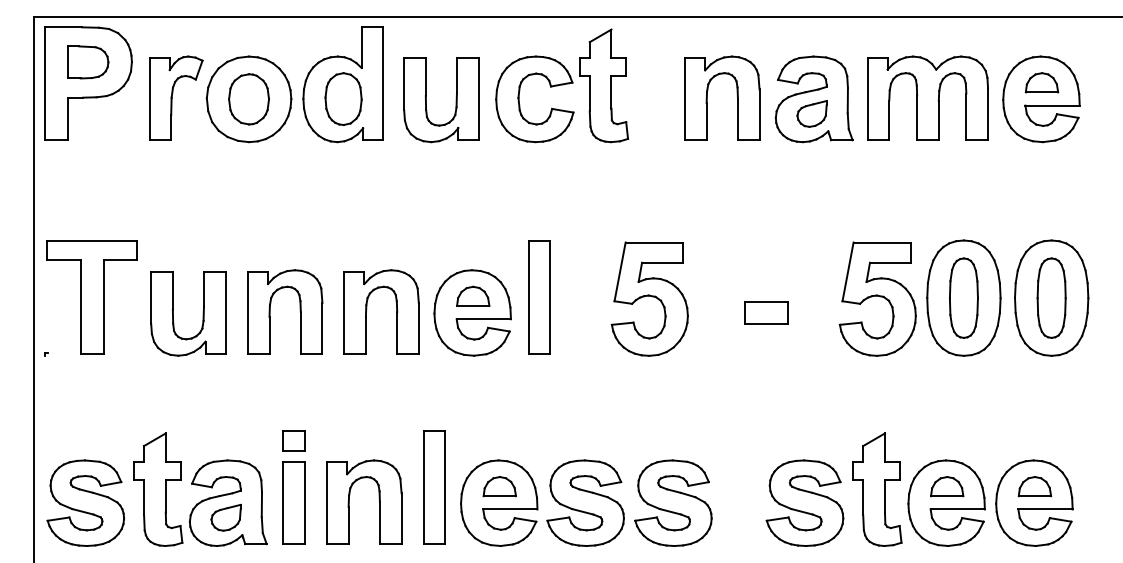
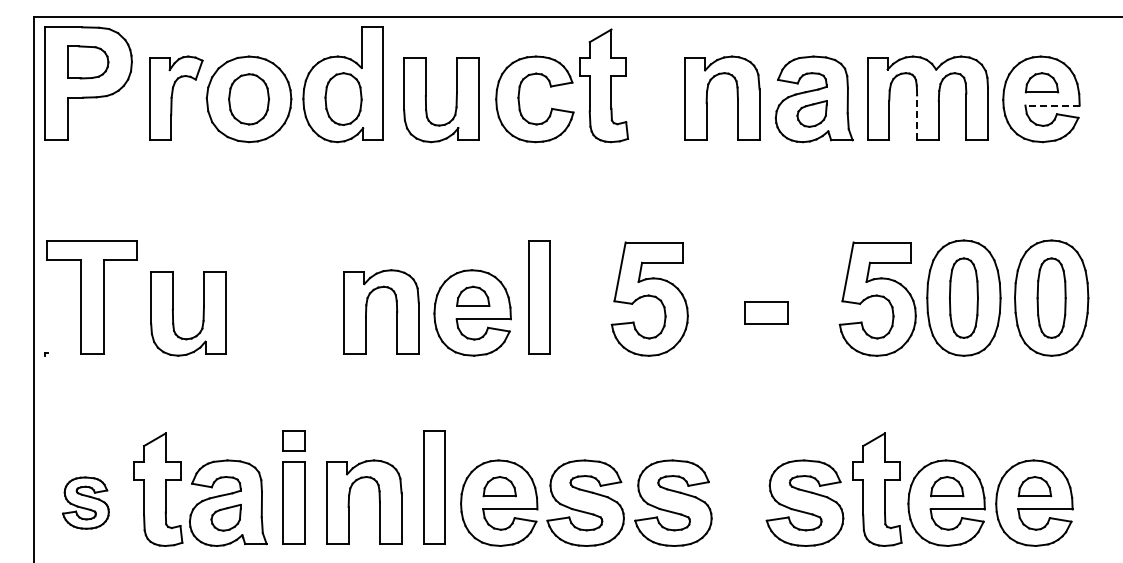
line at (1052, 105): solid -> dashed
line at (917, 117): solid -> dashed
part at (299, 311): present -> none
part at (85, 502) size: 80x88 px -> 48x54 px
